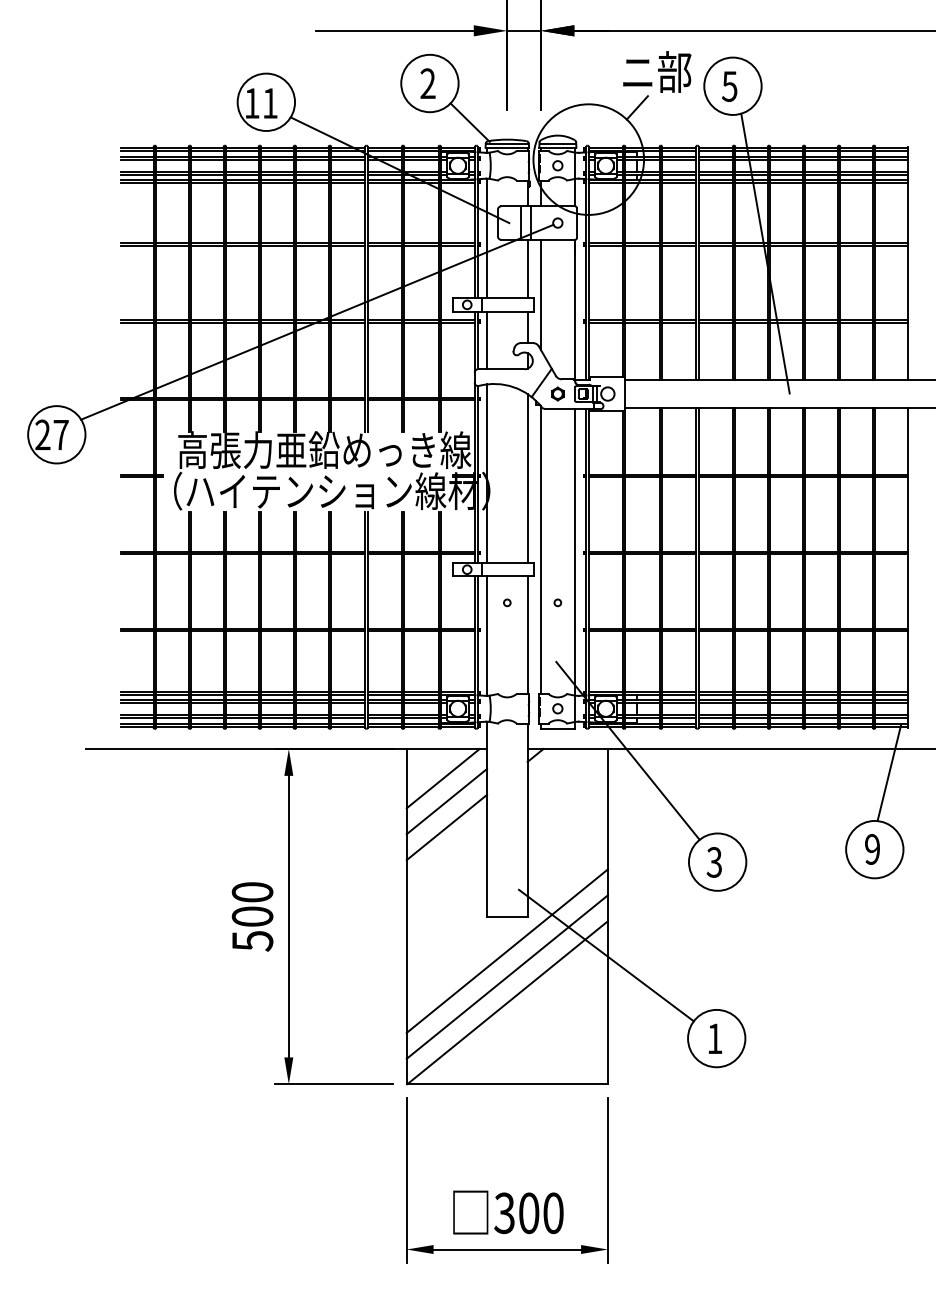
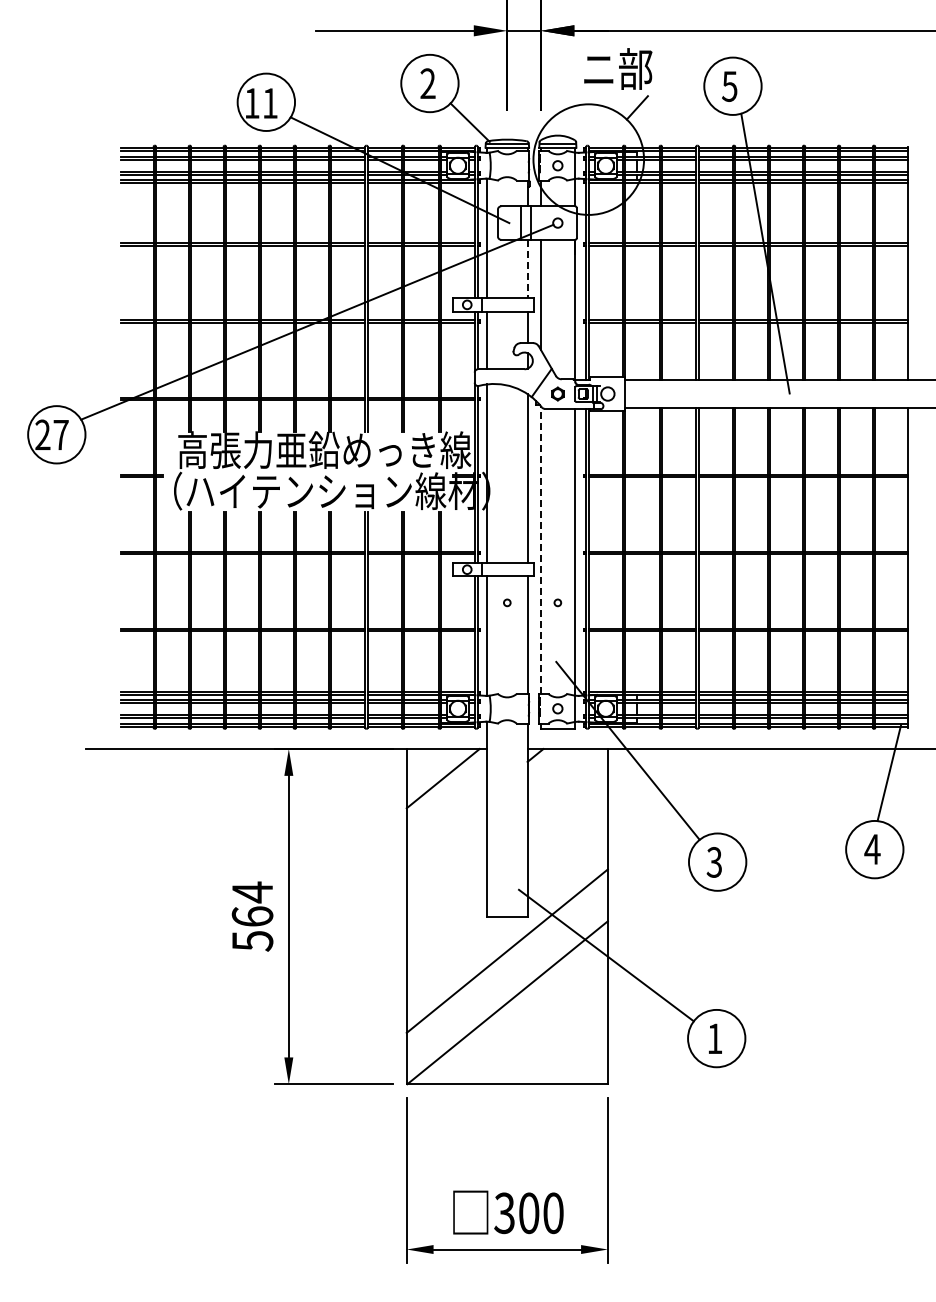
text at (657, 71) position: (657, 71) -> (618, 68)
line at (527, 269): solid -> dashed
line at (540, 550): solid -> dashed
line at (446, 801): present -> none
line at (446, 827): present -> none
text at (872, 849): 9 -> 4
text at (252, 903): 500 -> 564
line at (506, 976): present -> none
